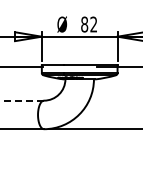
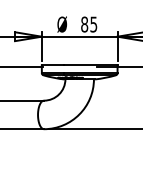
text at (93, 24): 82 -> 85
line at (22, 100): dashed -> solid
